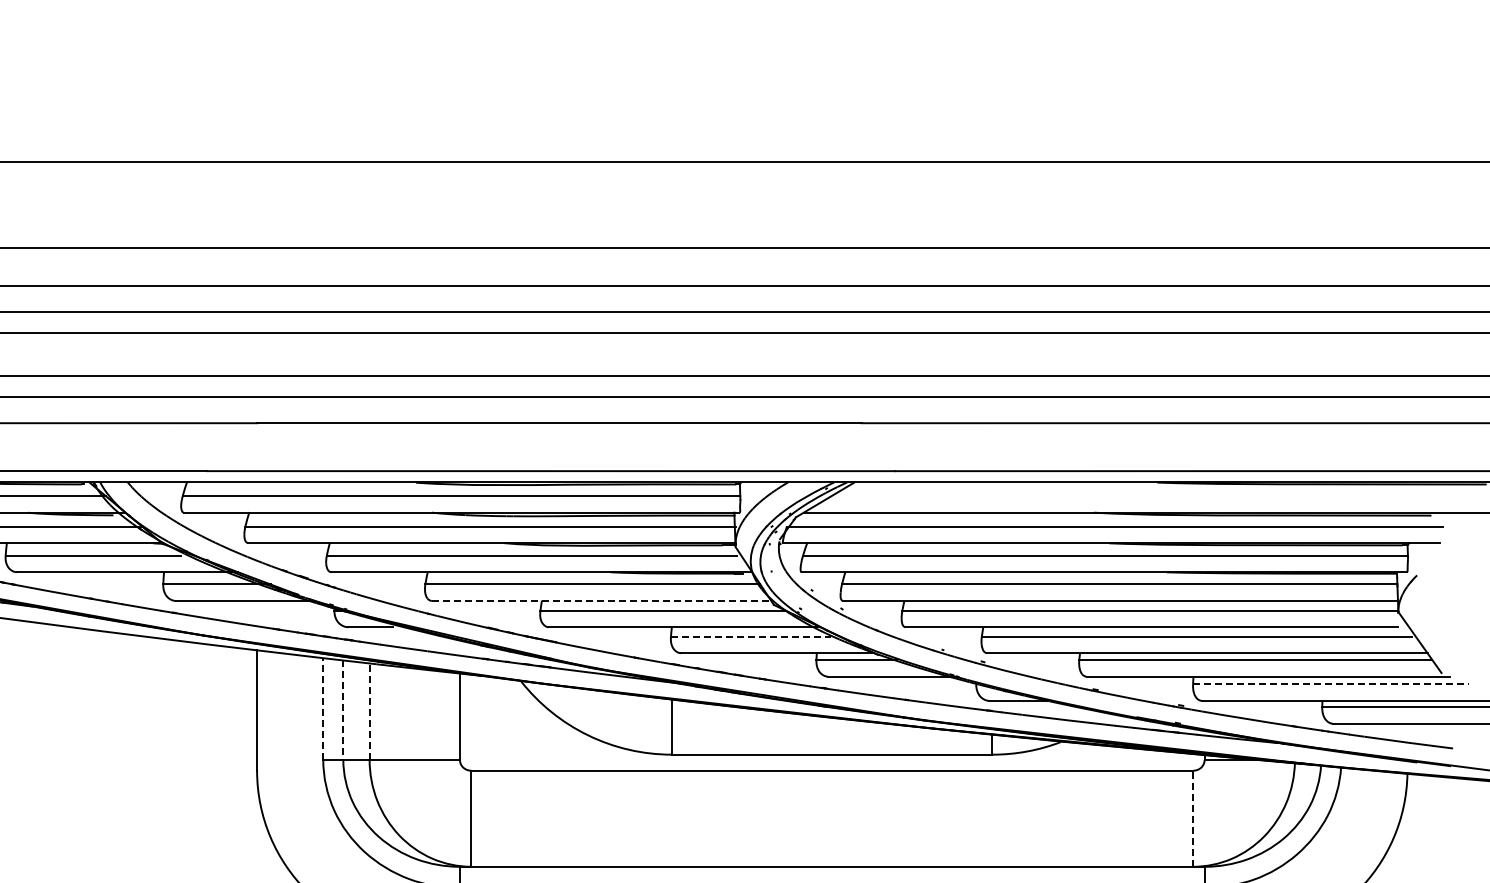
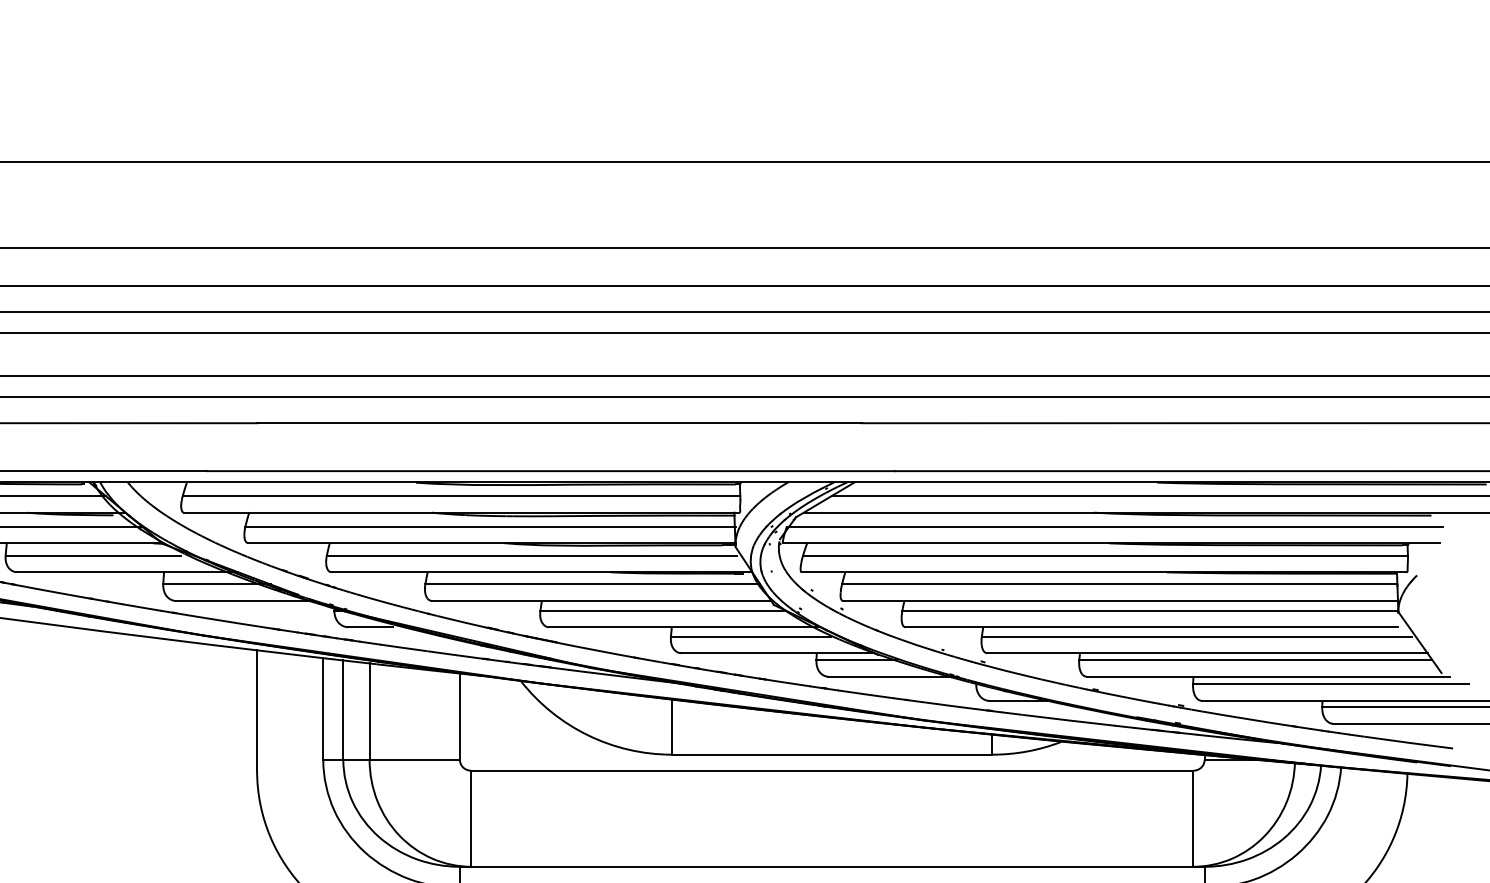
line at (1158, 496): none -> present
line at (601, 600): dashed -> solid
line at (751, 636): dashed -> solid
line at (1331, 684): dashed -> solid
line at (323, 708): dashed -> solid
line at (343, 710): dashed -> solid
line at (369, 711): dashed -> solid
line at (1193, 818): dashed -> solid
